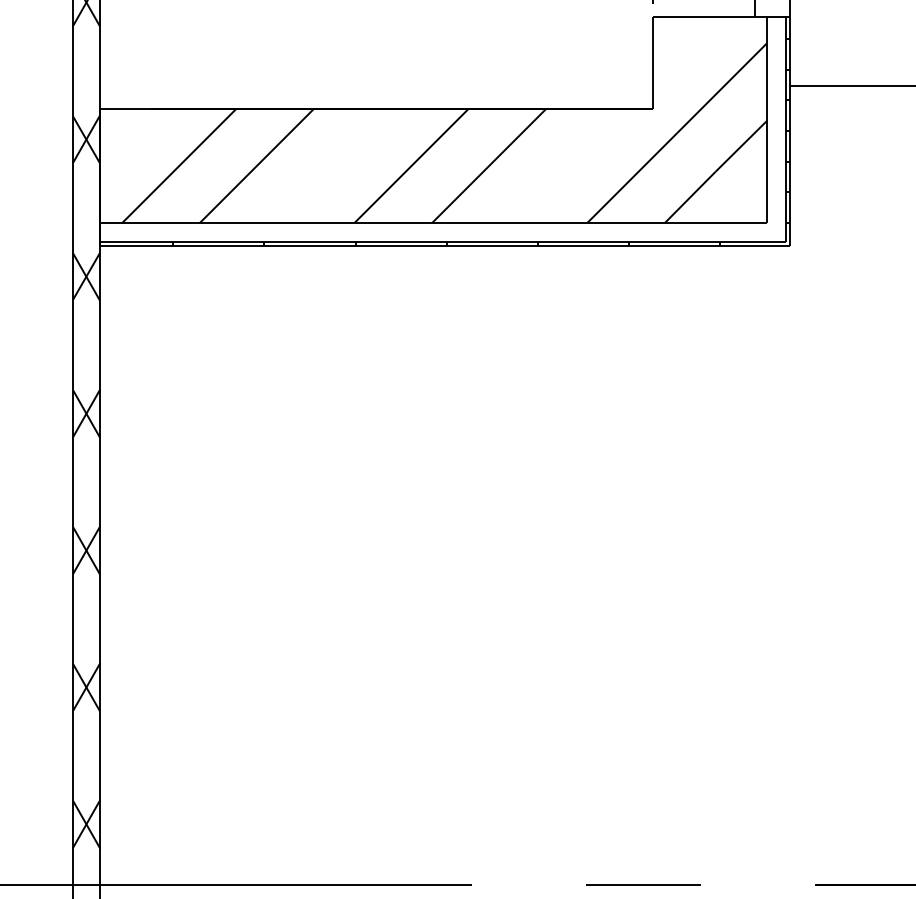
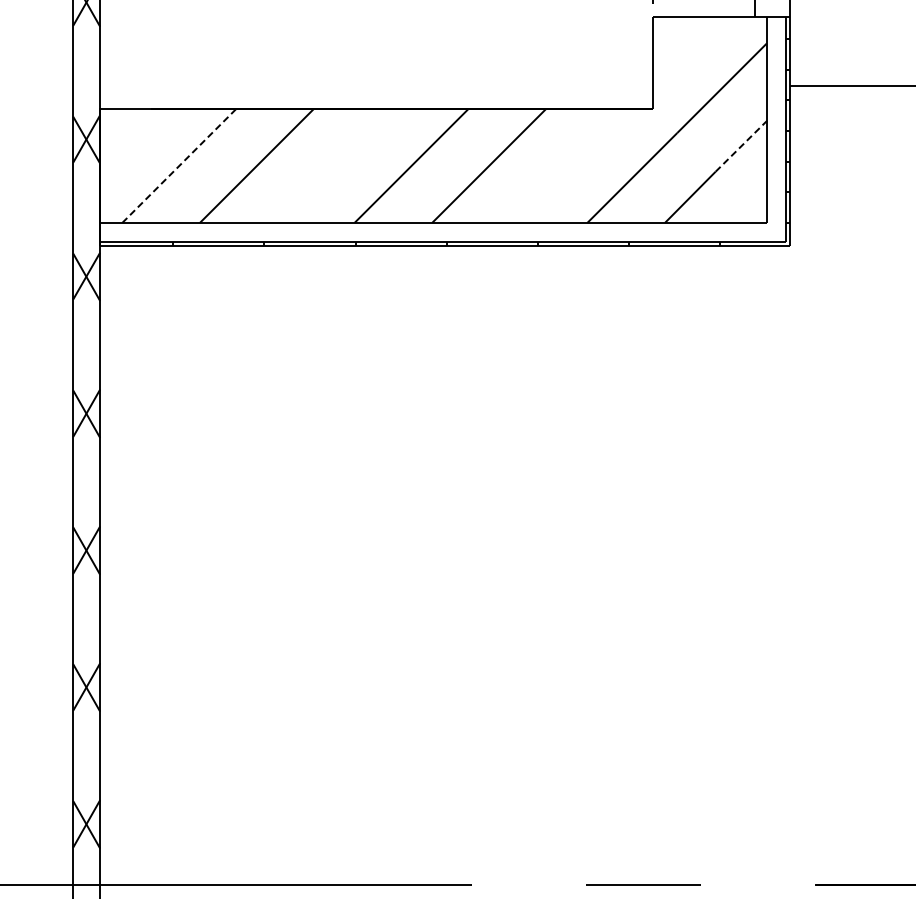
line at (741, 146): solid -> dashed
line at (179, 165): solid -> dashed
